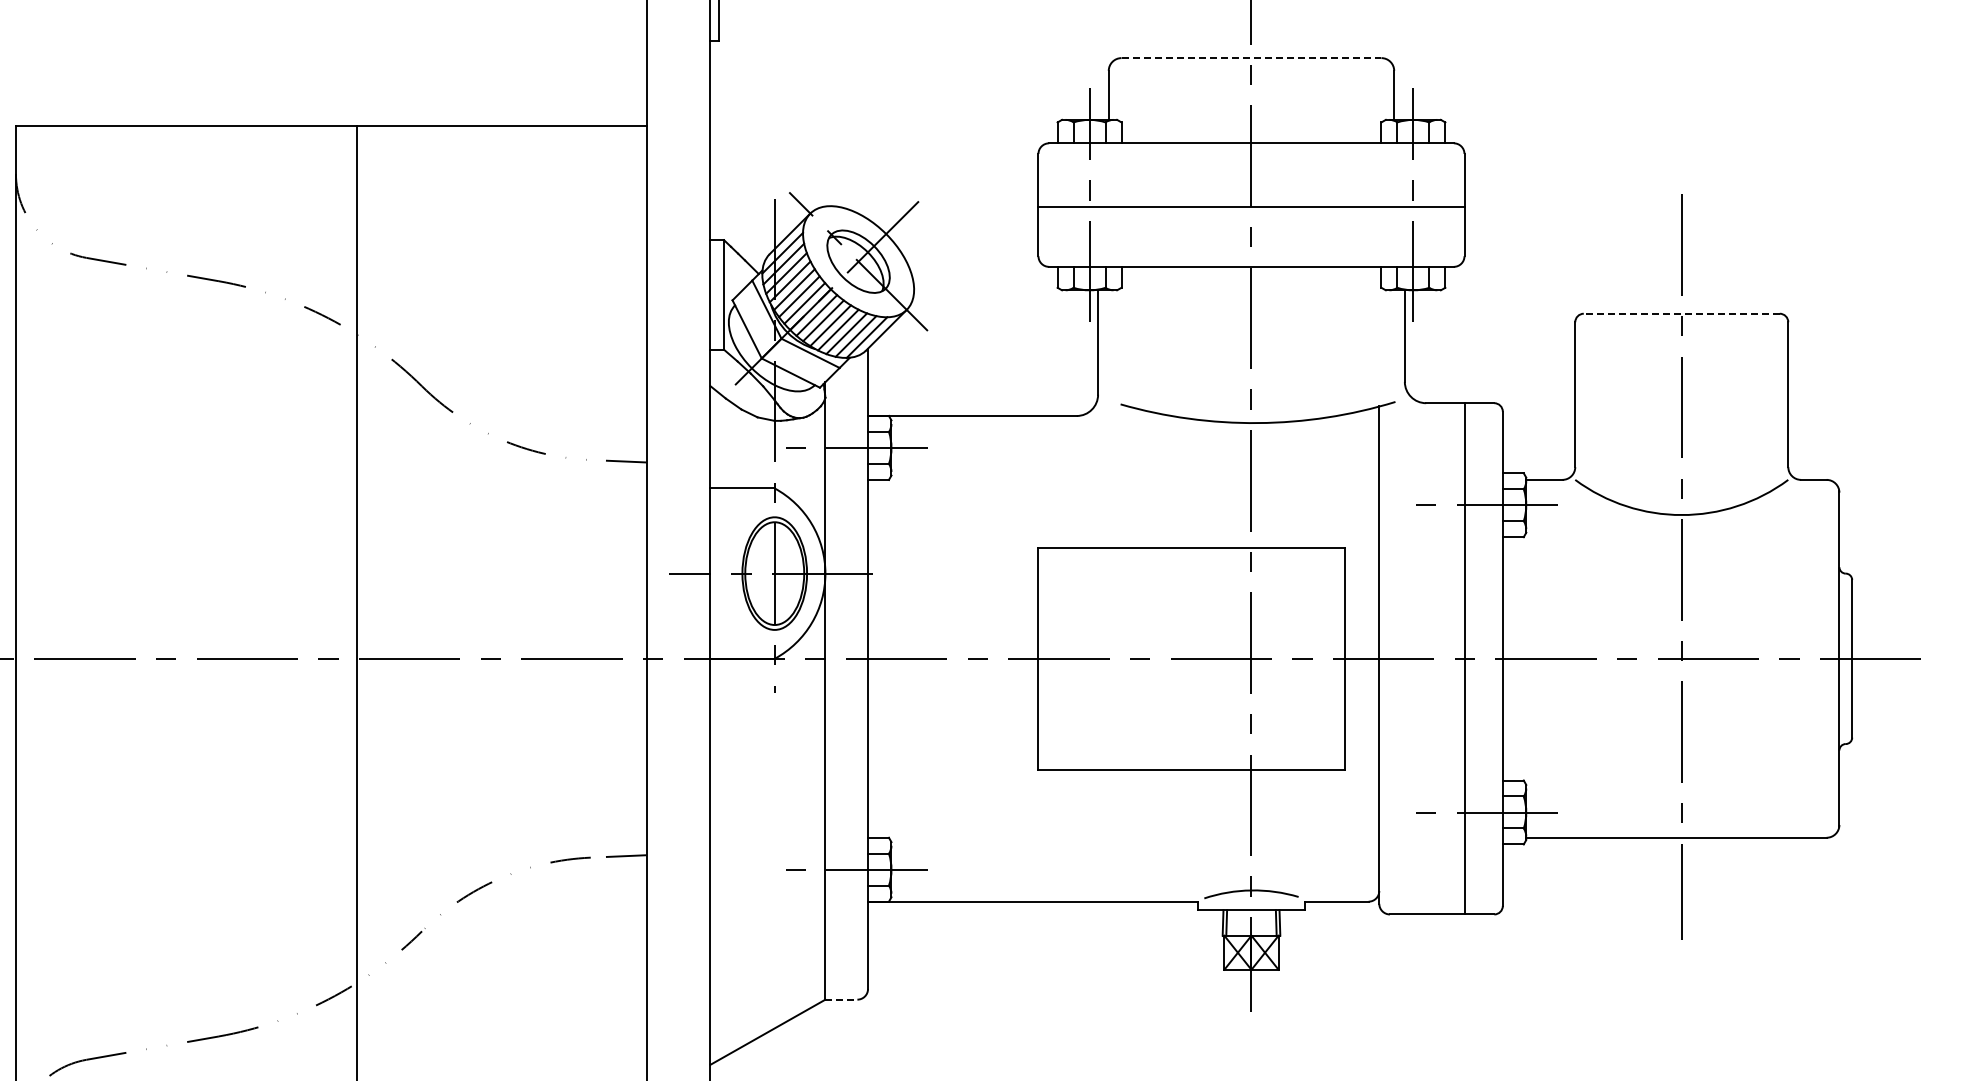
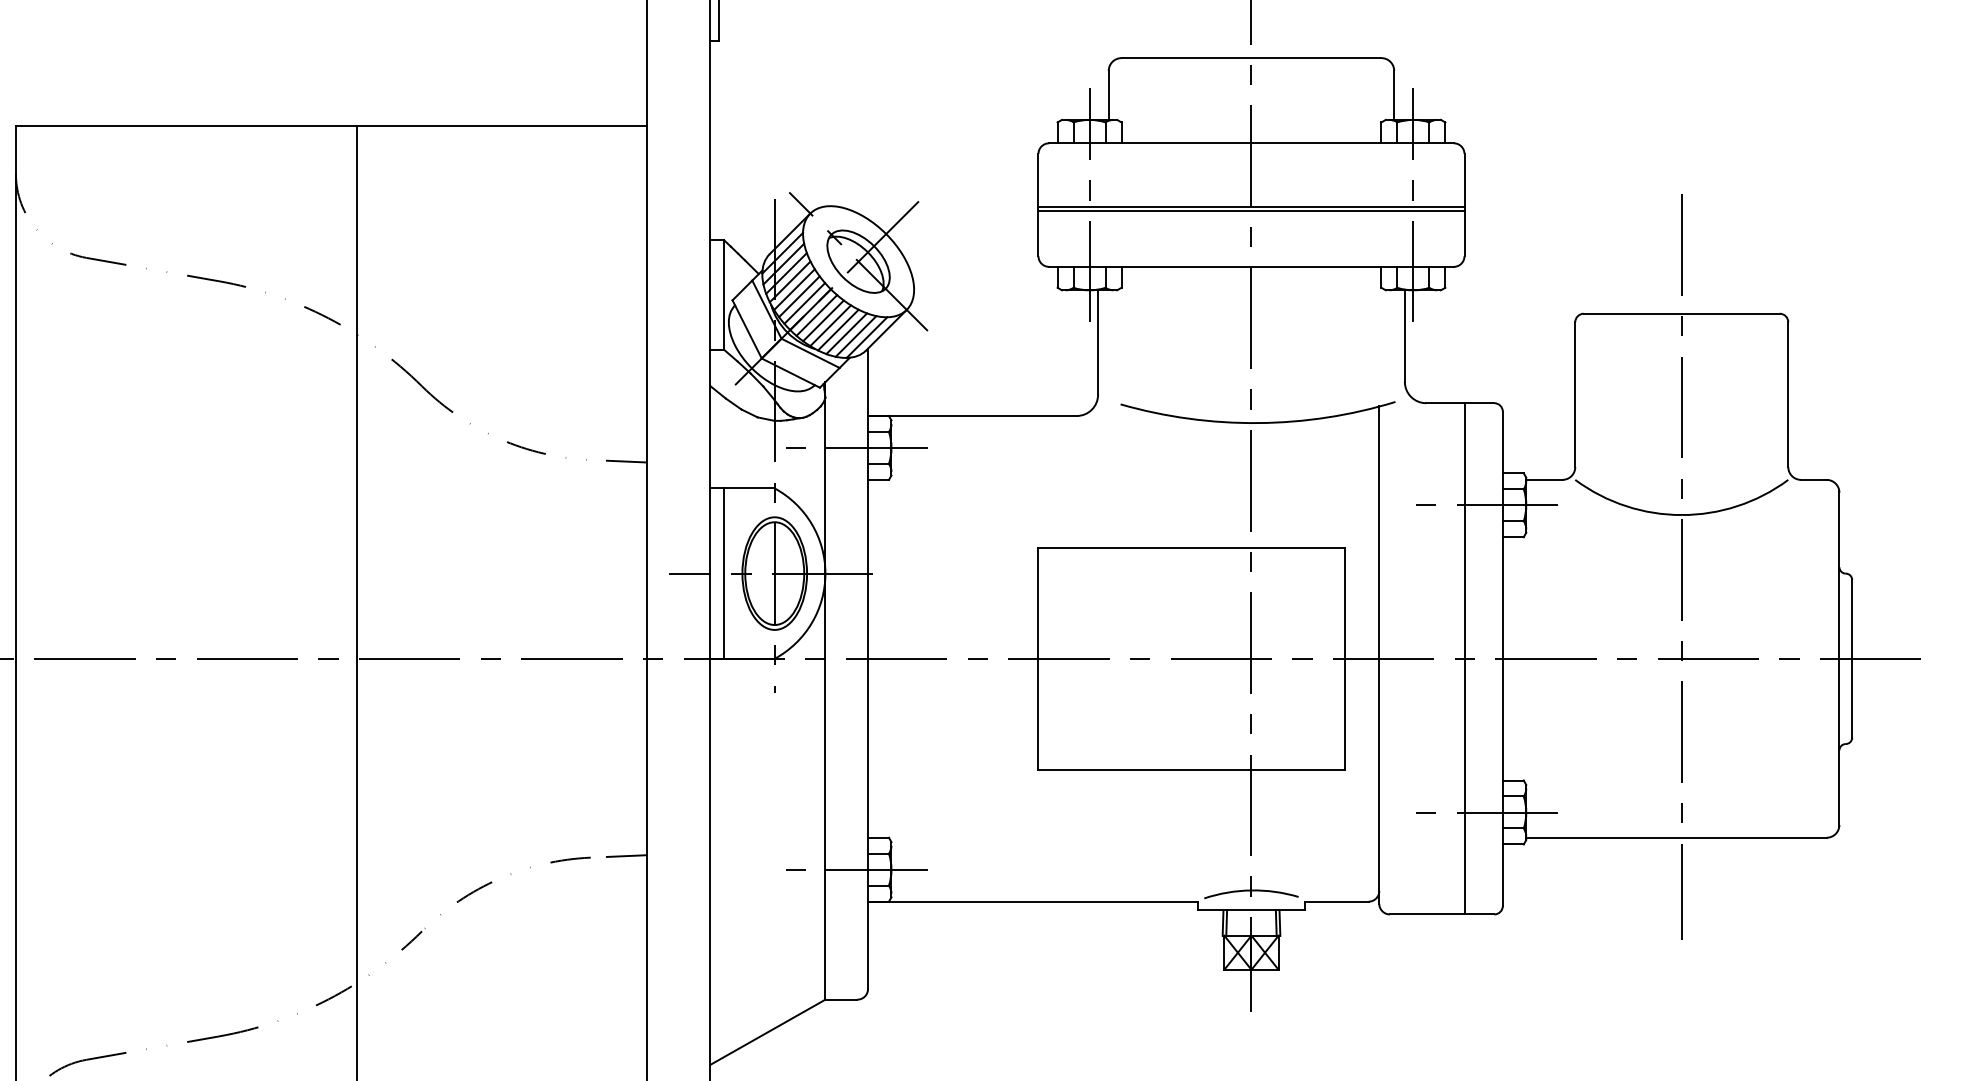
line at (1251, 58): dashed -> solid
line at (1251, 211): none -> present
line at (1681, 313): dashed -> solid
line at (724, 573): none -> present
line at (841, 999): dashed -> solid
